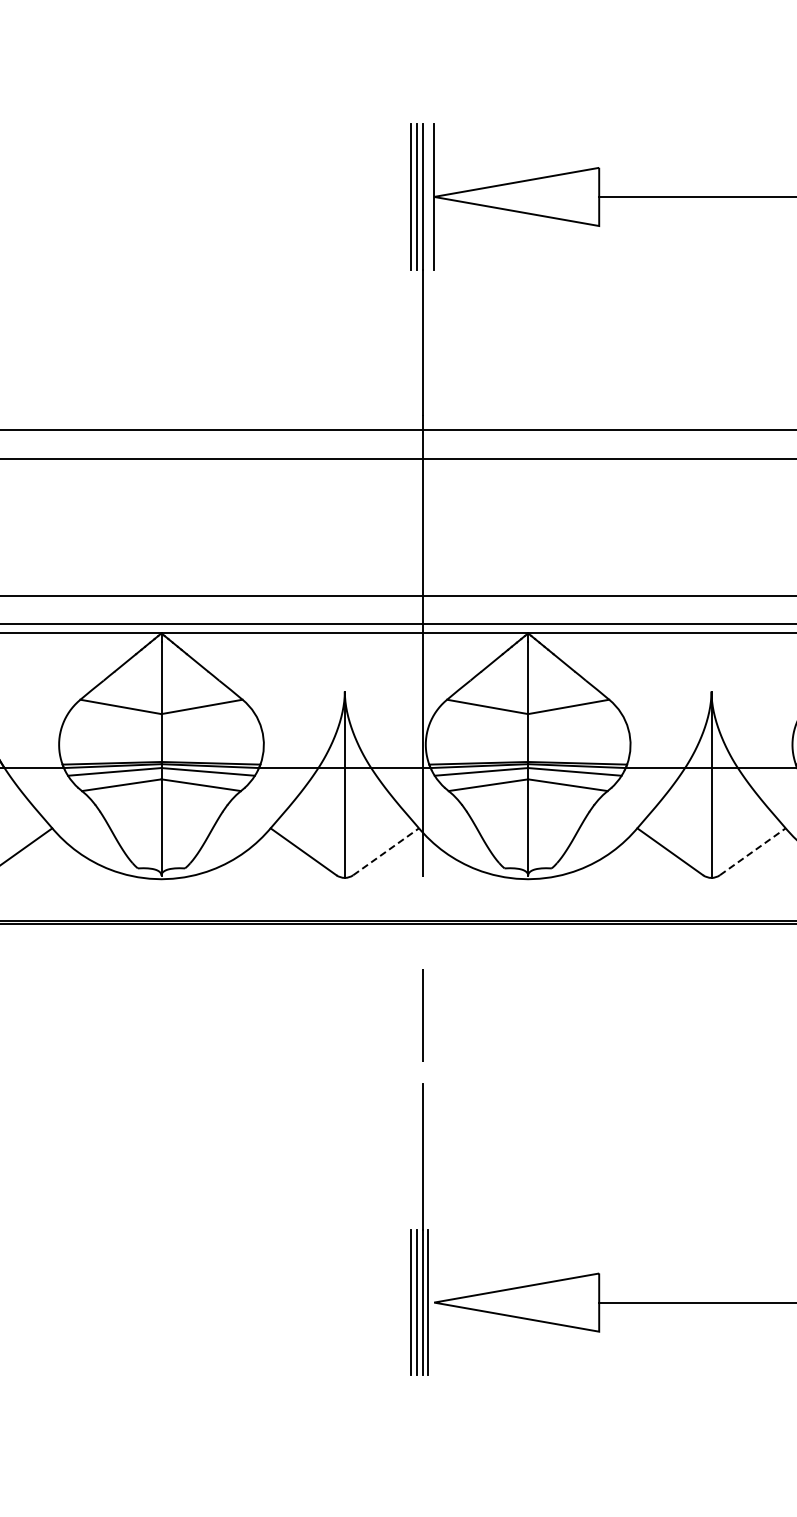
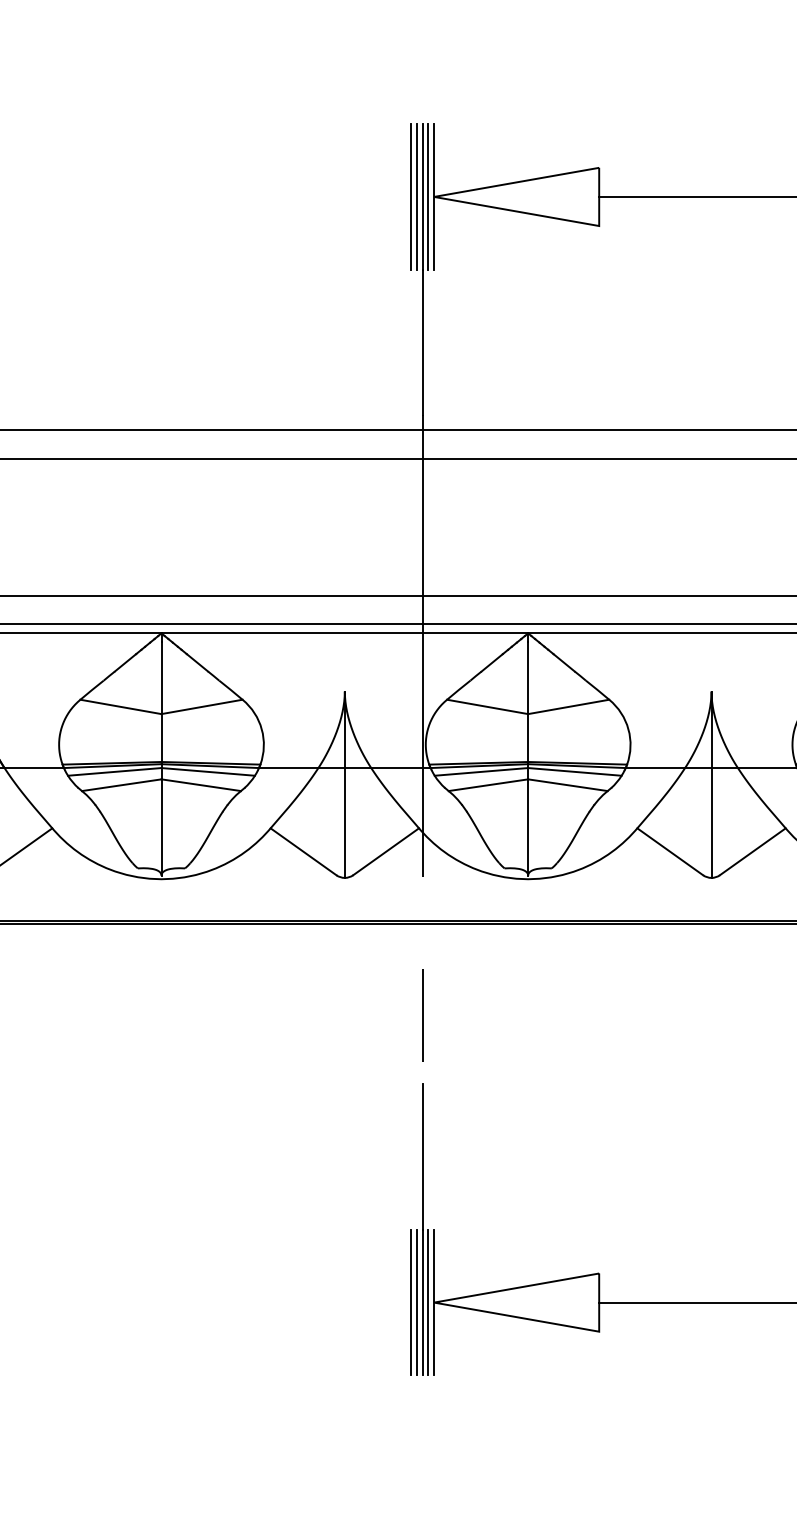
line at (428, 196): none -> present
line at (386, 851): dashed -> solid
line at (753, 851): dashed -> solid
line at (434, 1302): none -> present
